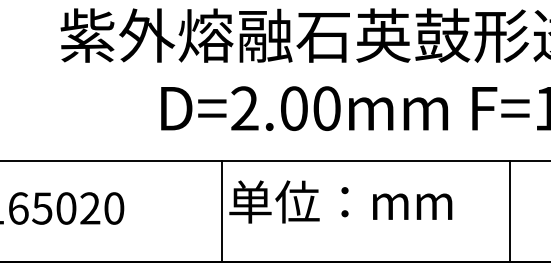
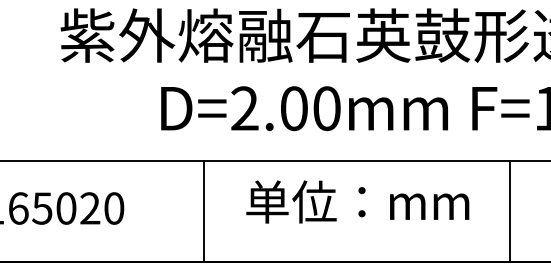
text at (340, 201) position: (340, 201) -> (357, 201)
line at (221, 210) position: (221, 210) -> (203, 210)
